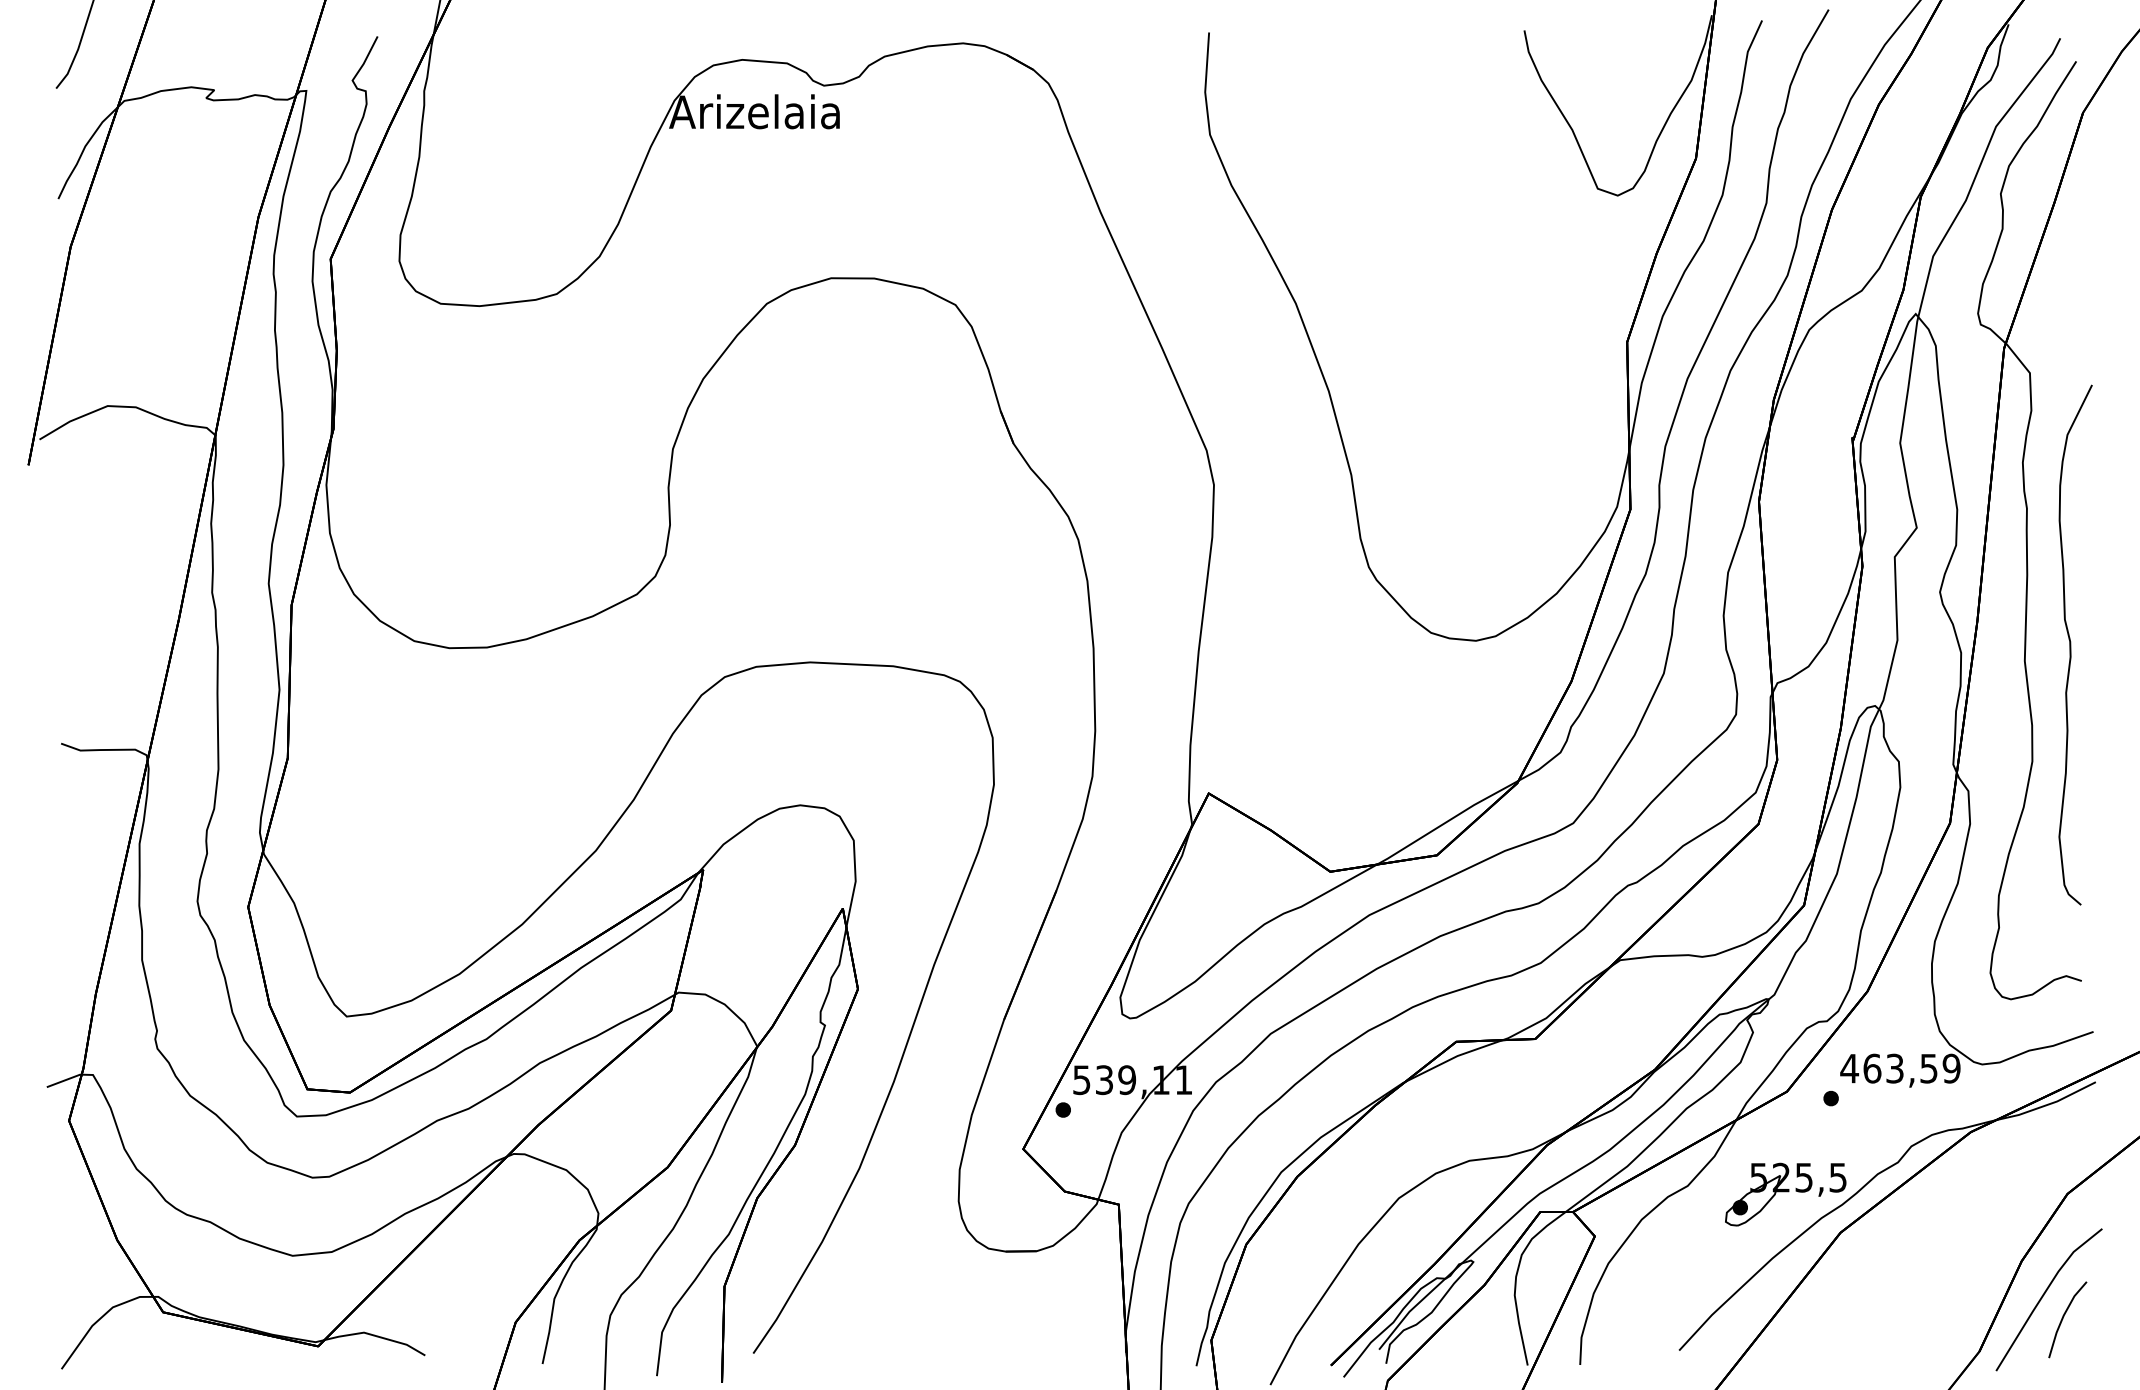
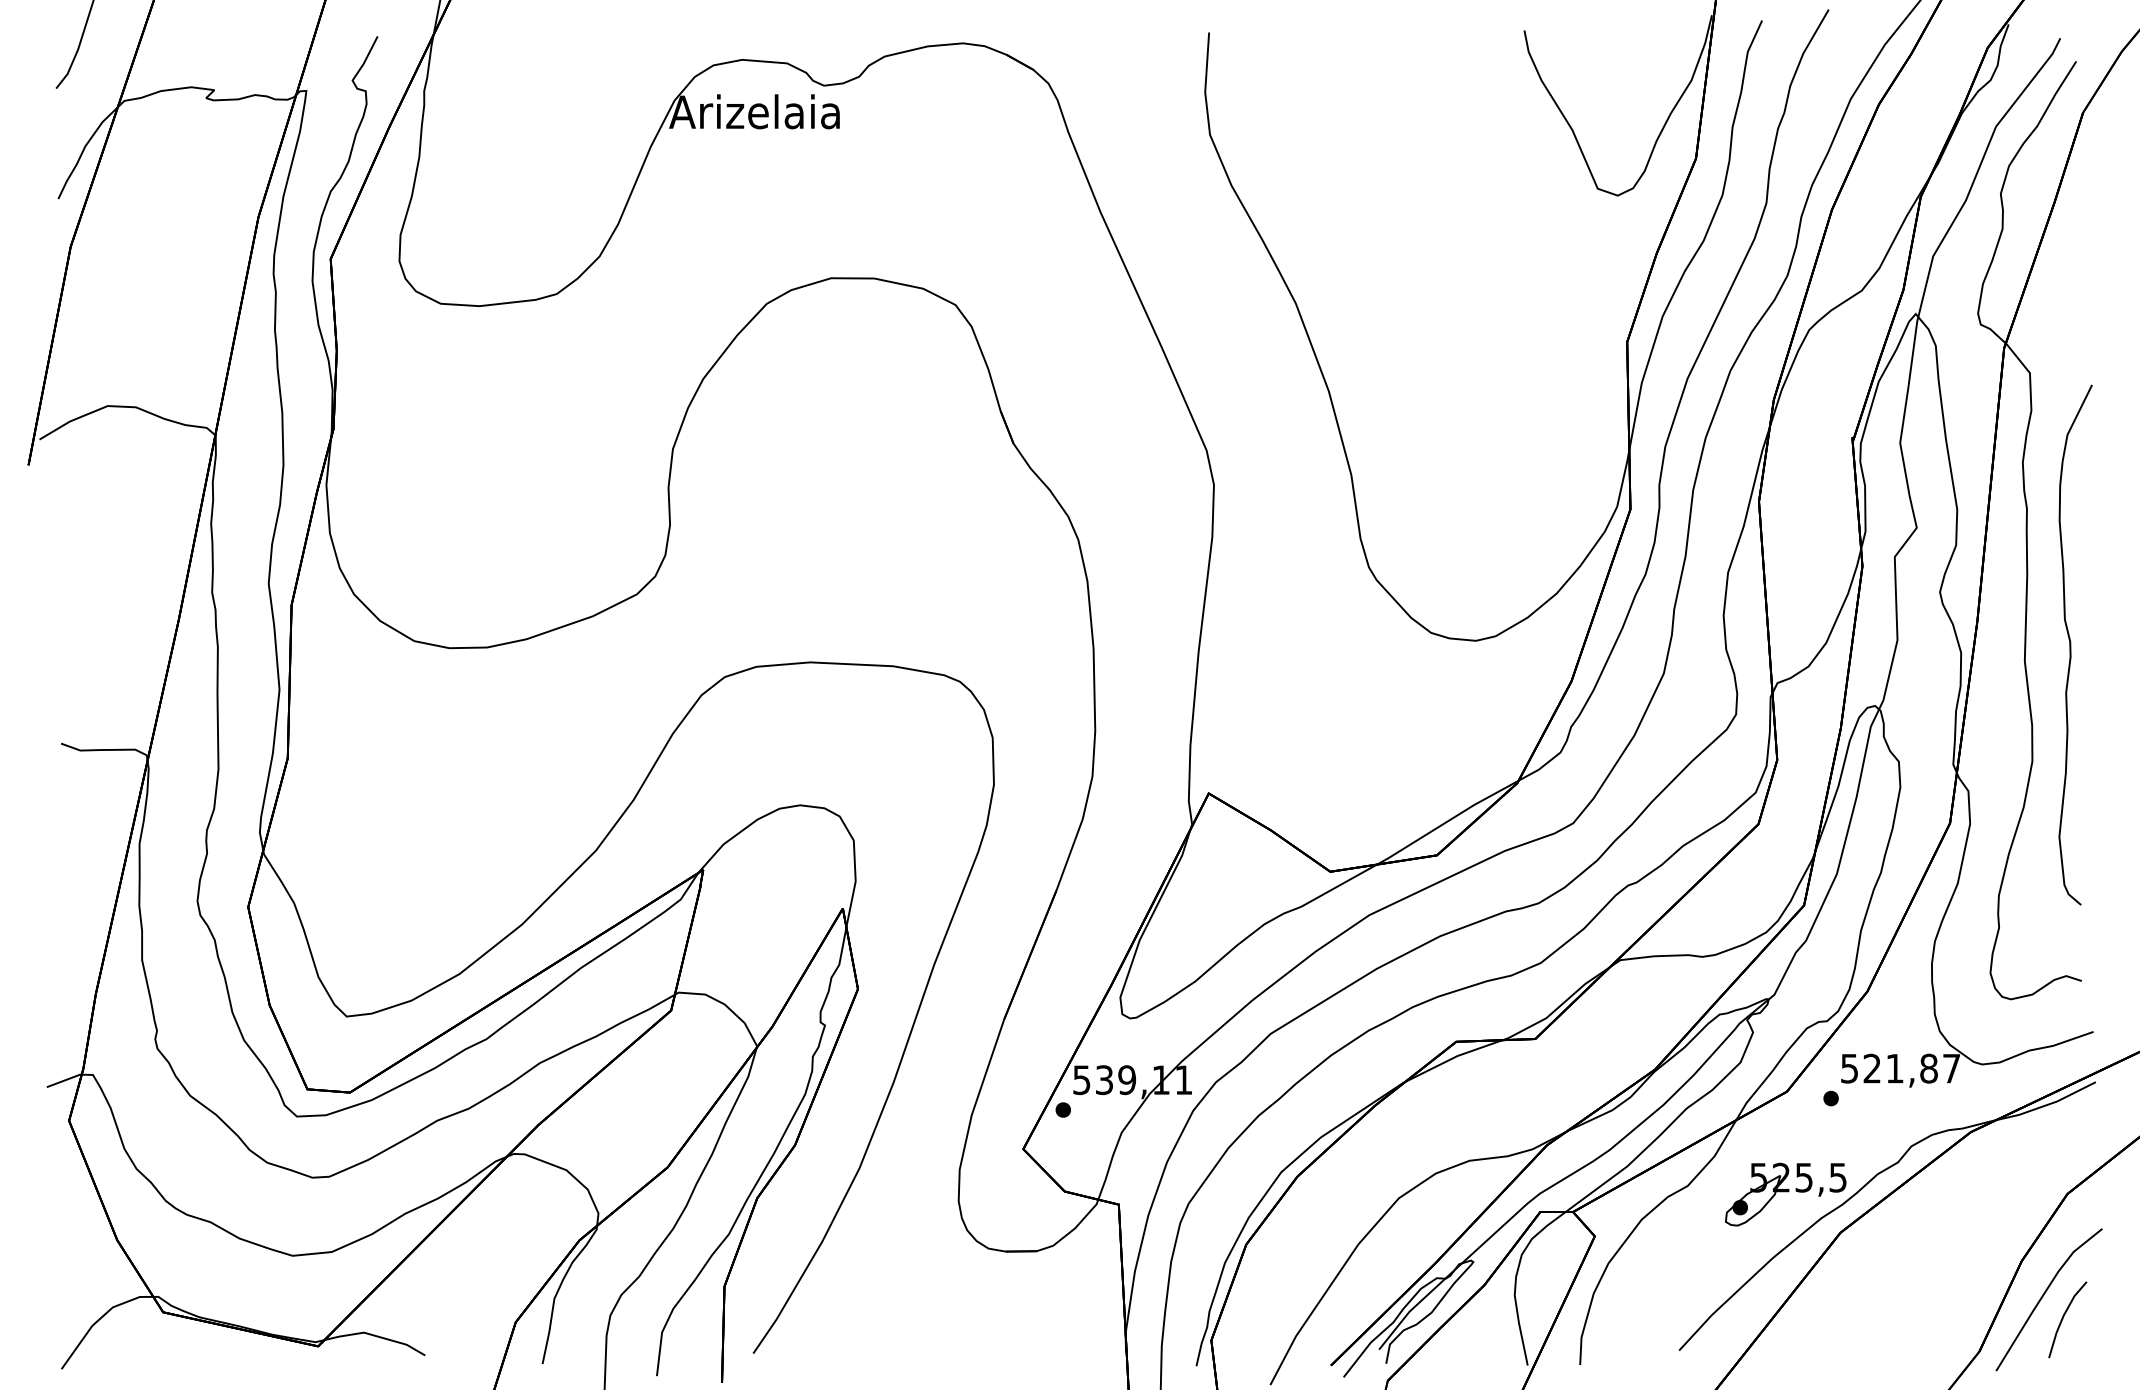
text at (1900, 1068): 463,59 -> 521,87
